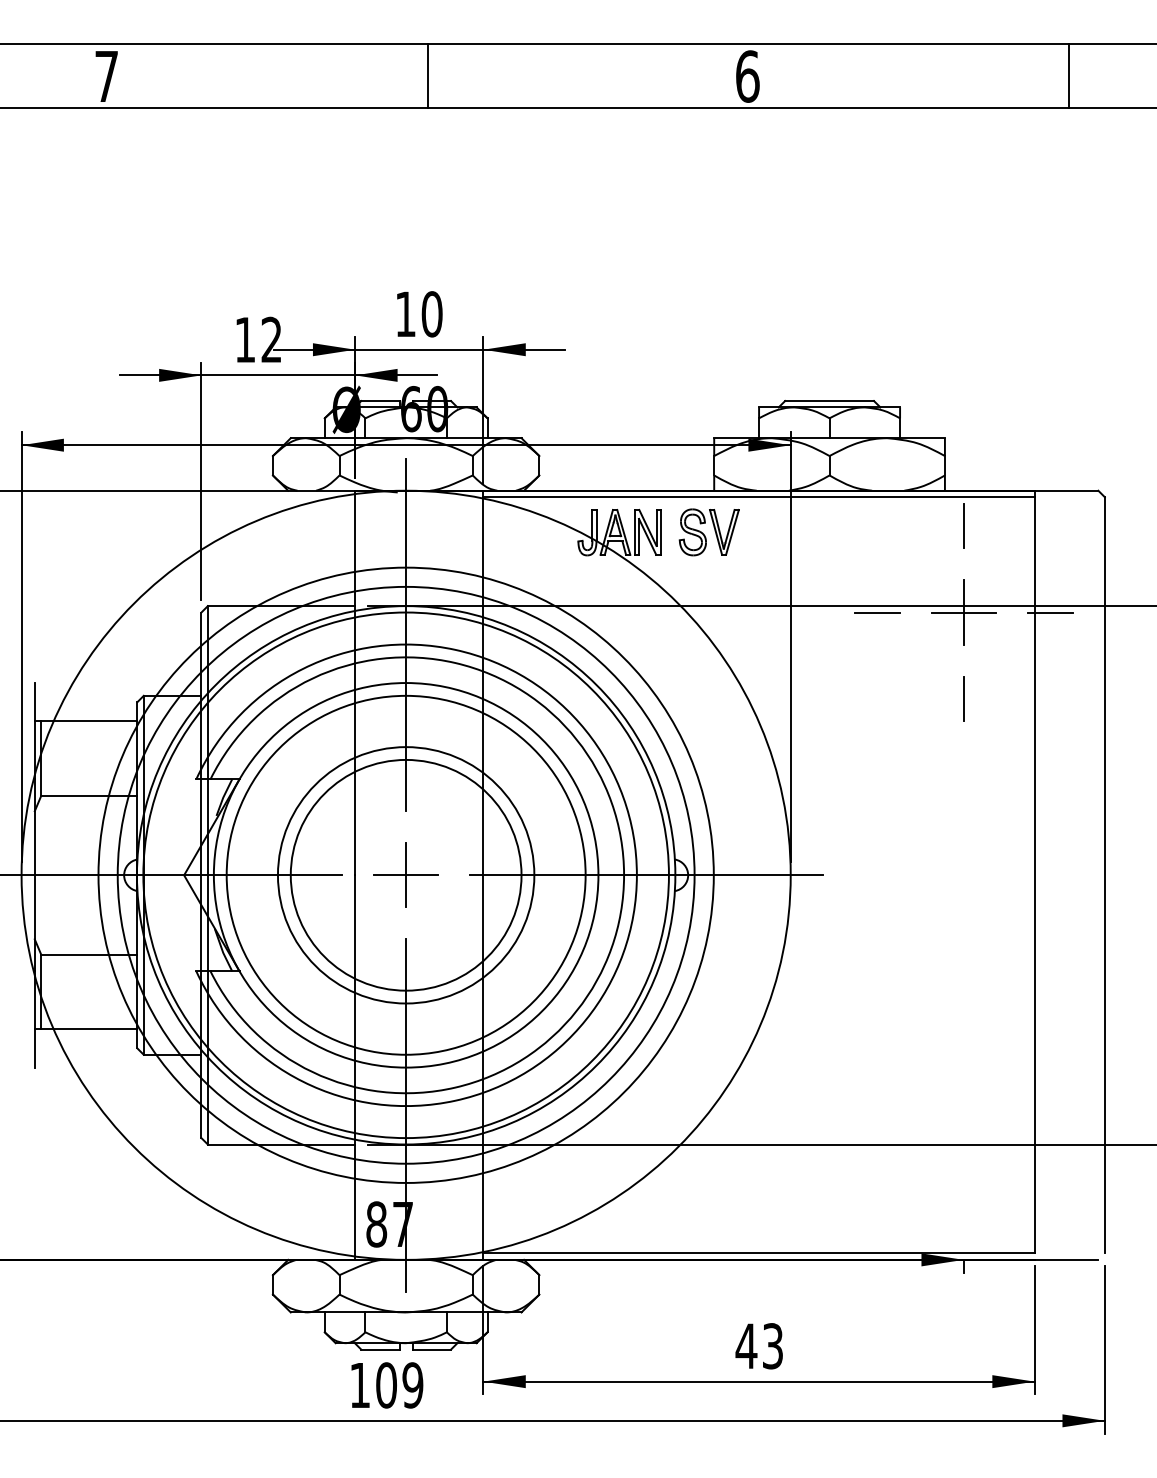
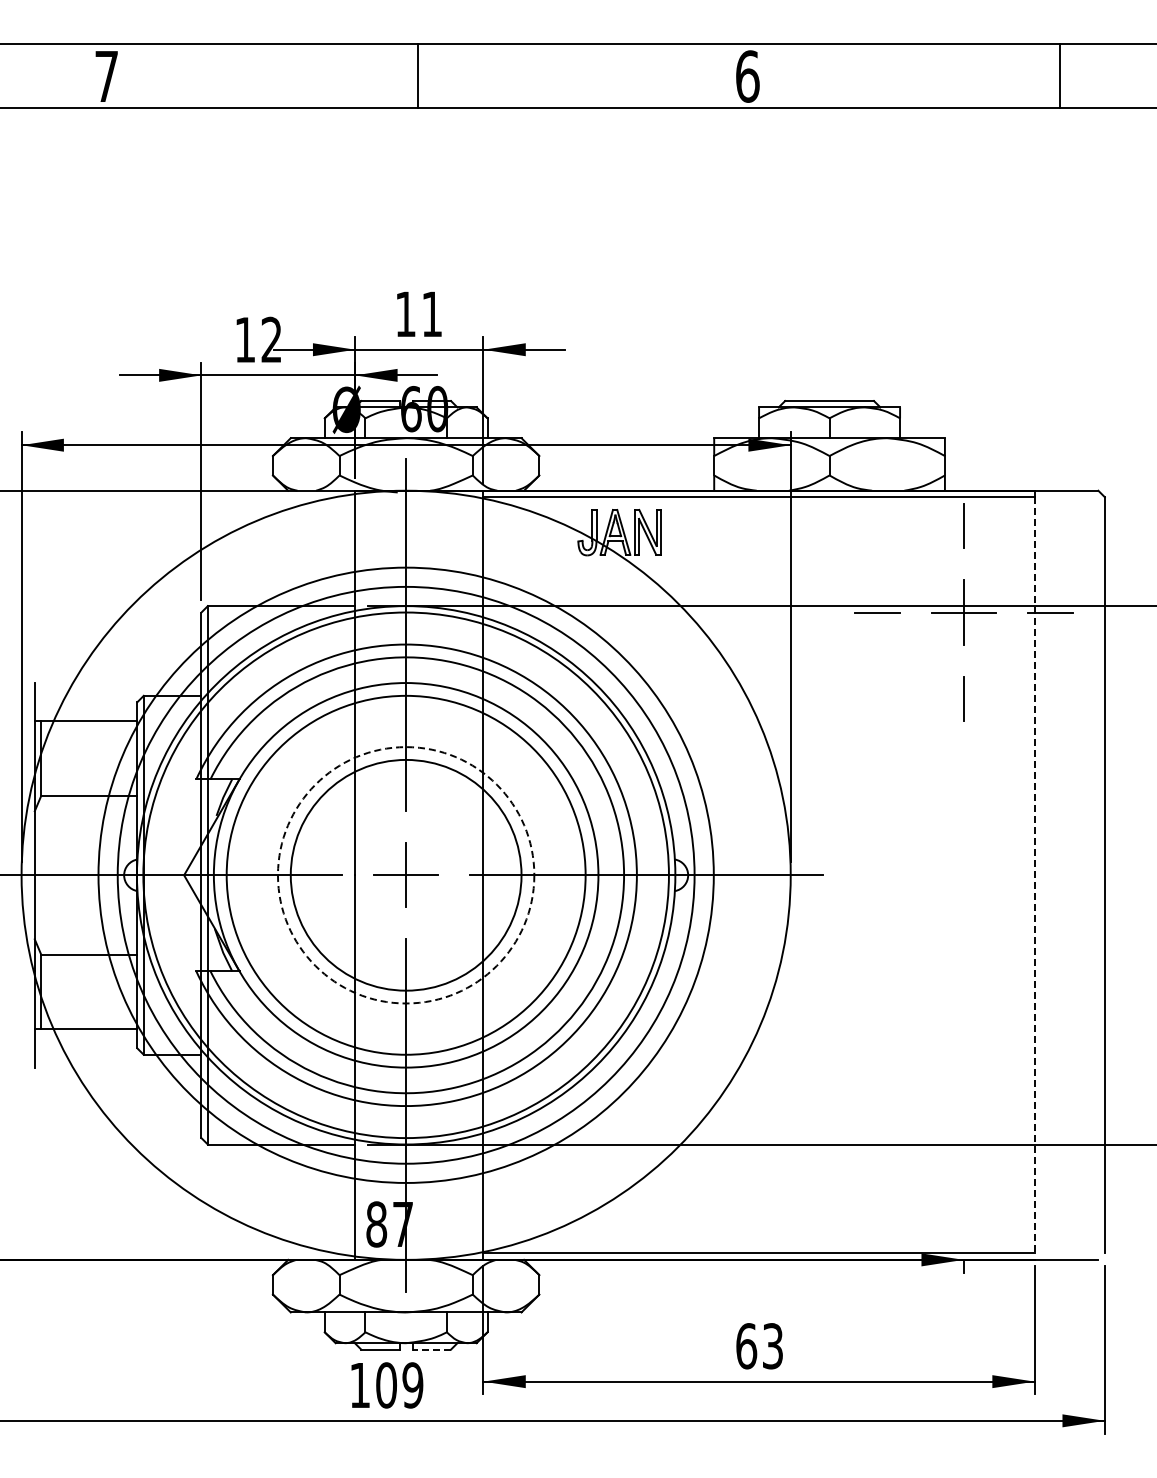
line at (427, 76) position: (427, 76) -> (417, 76)
line at (1068, 76) position: (1068, 76) -> (1059, 76)
text at (431, 314): 10 -> 11
part at (708, 532): present -> none
circle at (405, 875): solid -> dashed
line at (1034, 875): solid -> dashed
text at (746, 1346): 43 -> 63
line at (431, 1349): solid -> dashed
